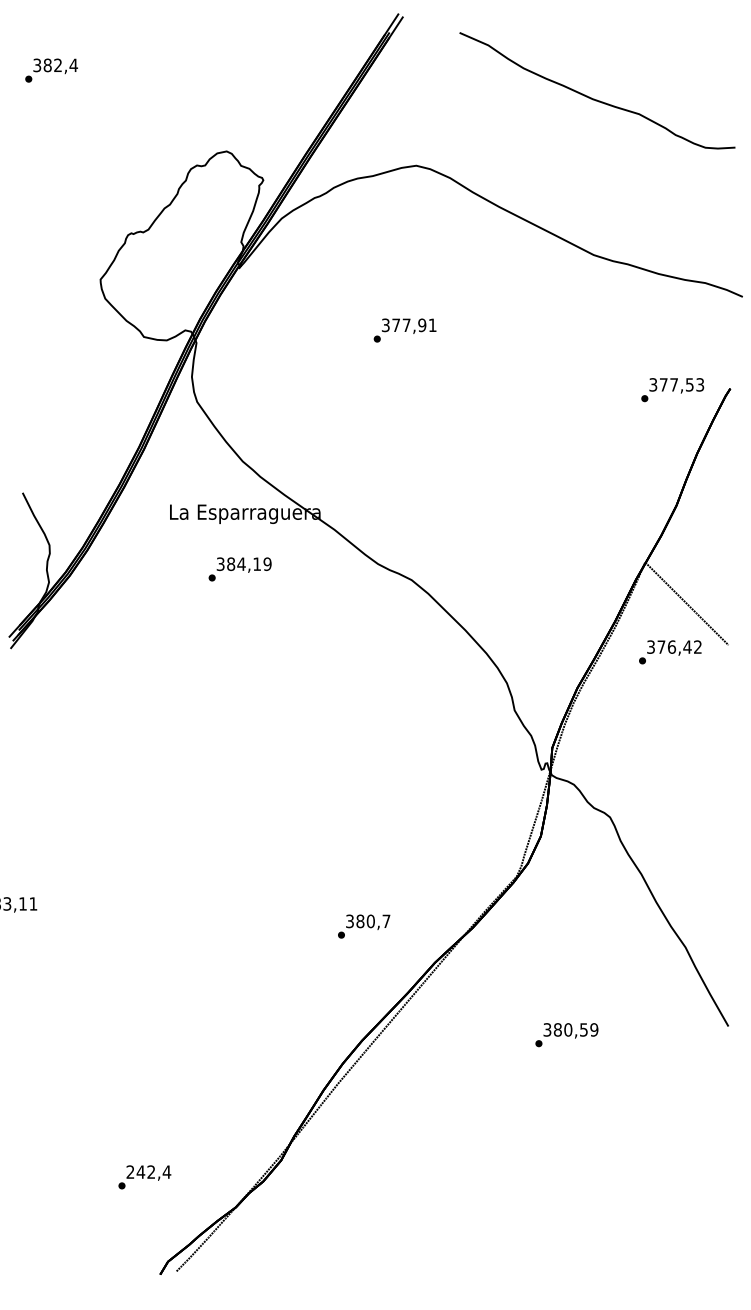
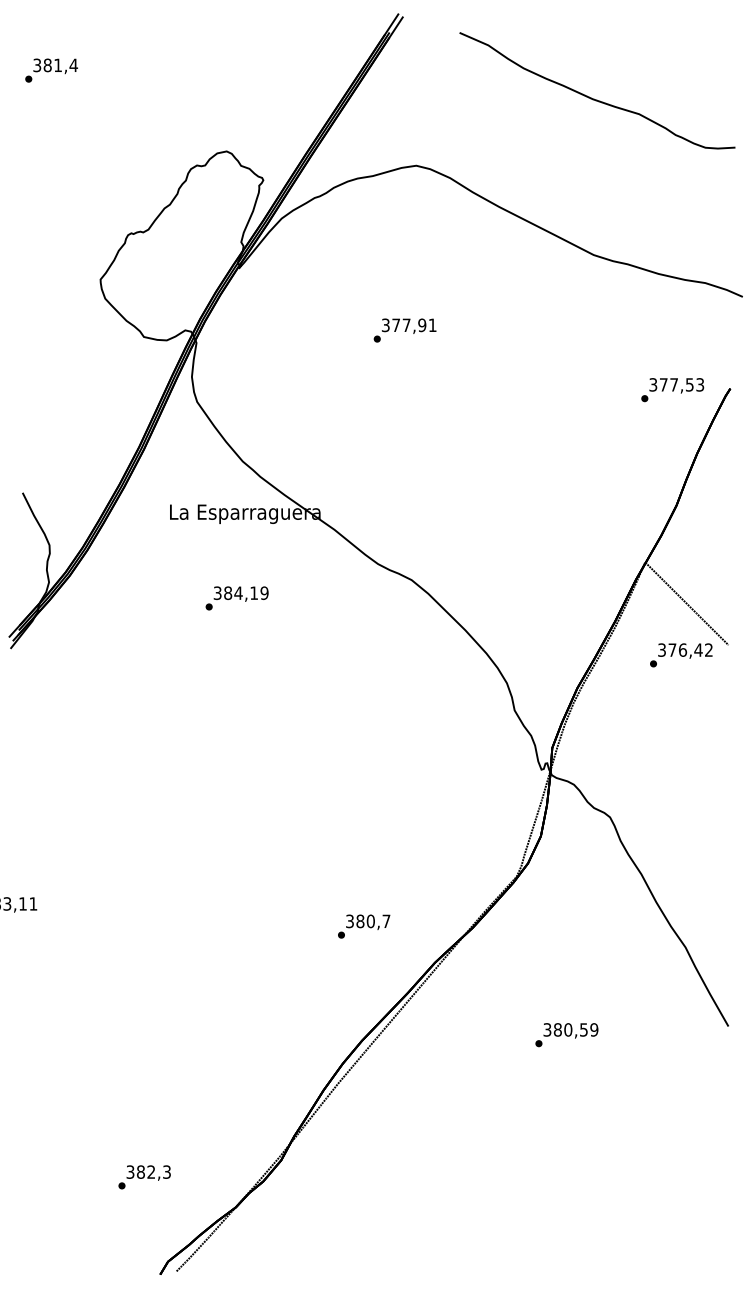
text at (57, 64): 382,4 -> 381,4
text at (239, 569) position: (239, 569) -> (236, 598)
text at (670, 652) position: (670, 652) -> (681, 655)
text at (148, 1171): 242,4 -> 382,3
